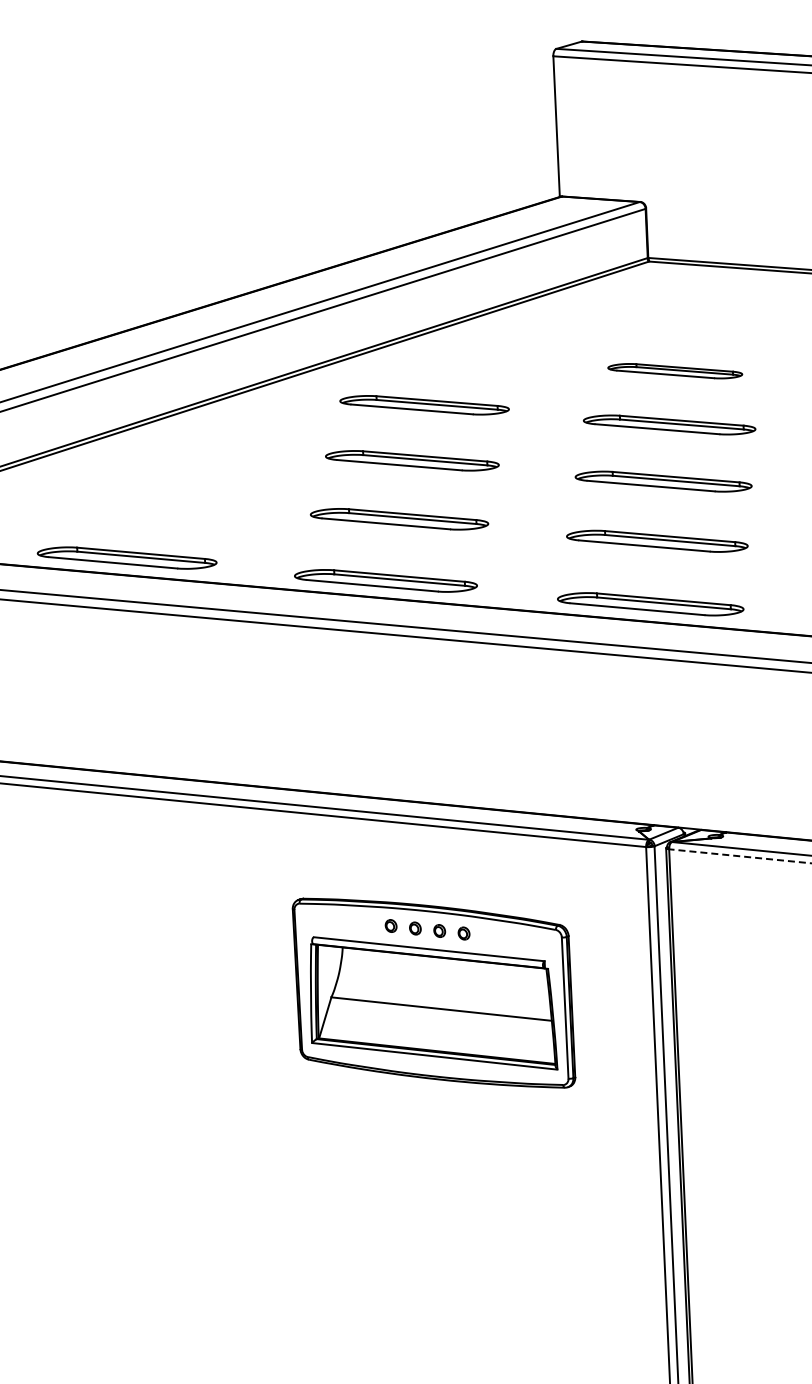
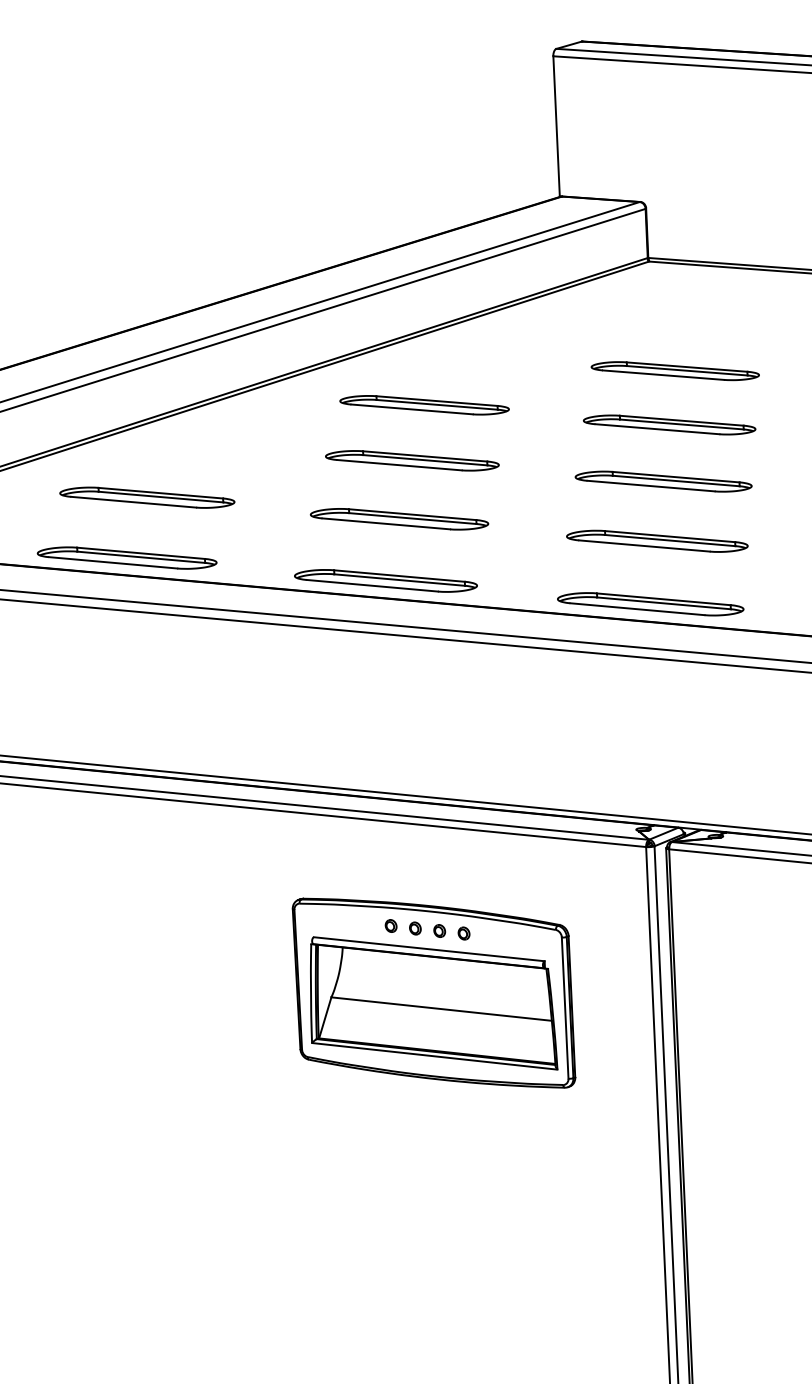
part at (675, 371) size: 137x17 px -> 170x21 px
part at (147, 497): none -> present
line at (405, 794): none -> present
line at (739, 856): dashed -> solid
